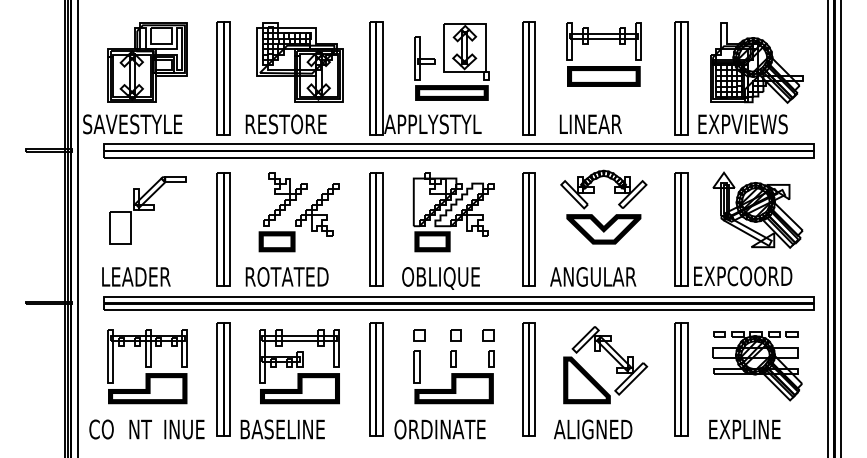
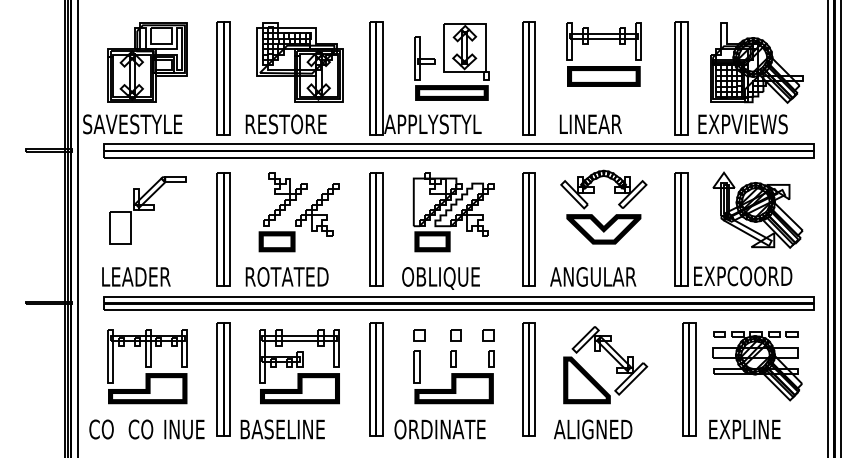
part at (681, 379) position: (681, 379) -> (689, 379)
text at (140, 429): NT -> CO
